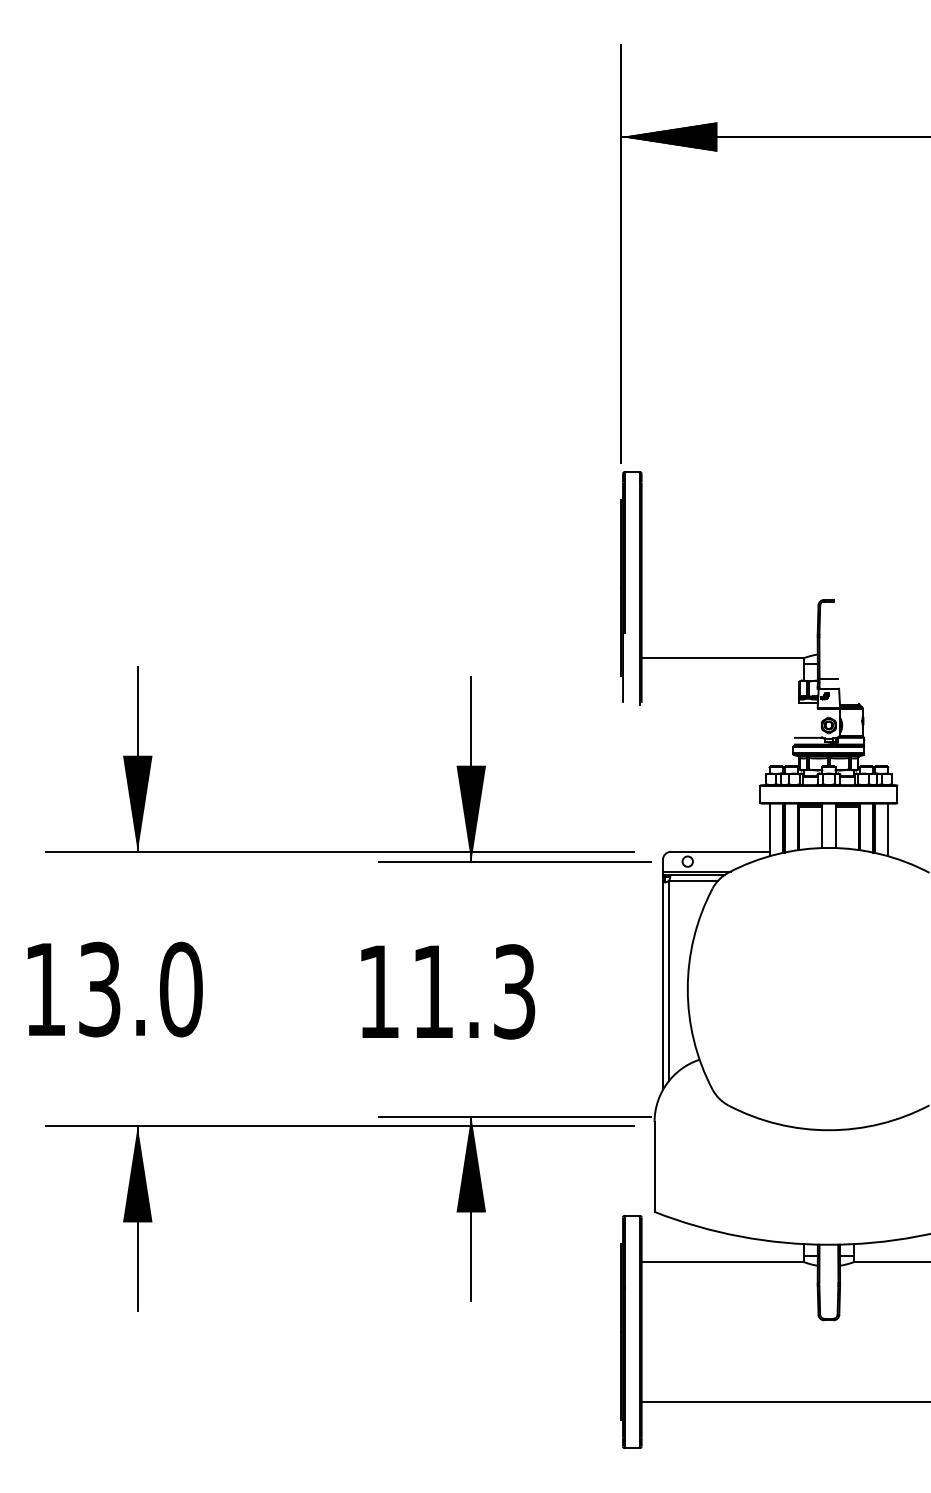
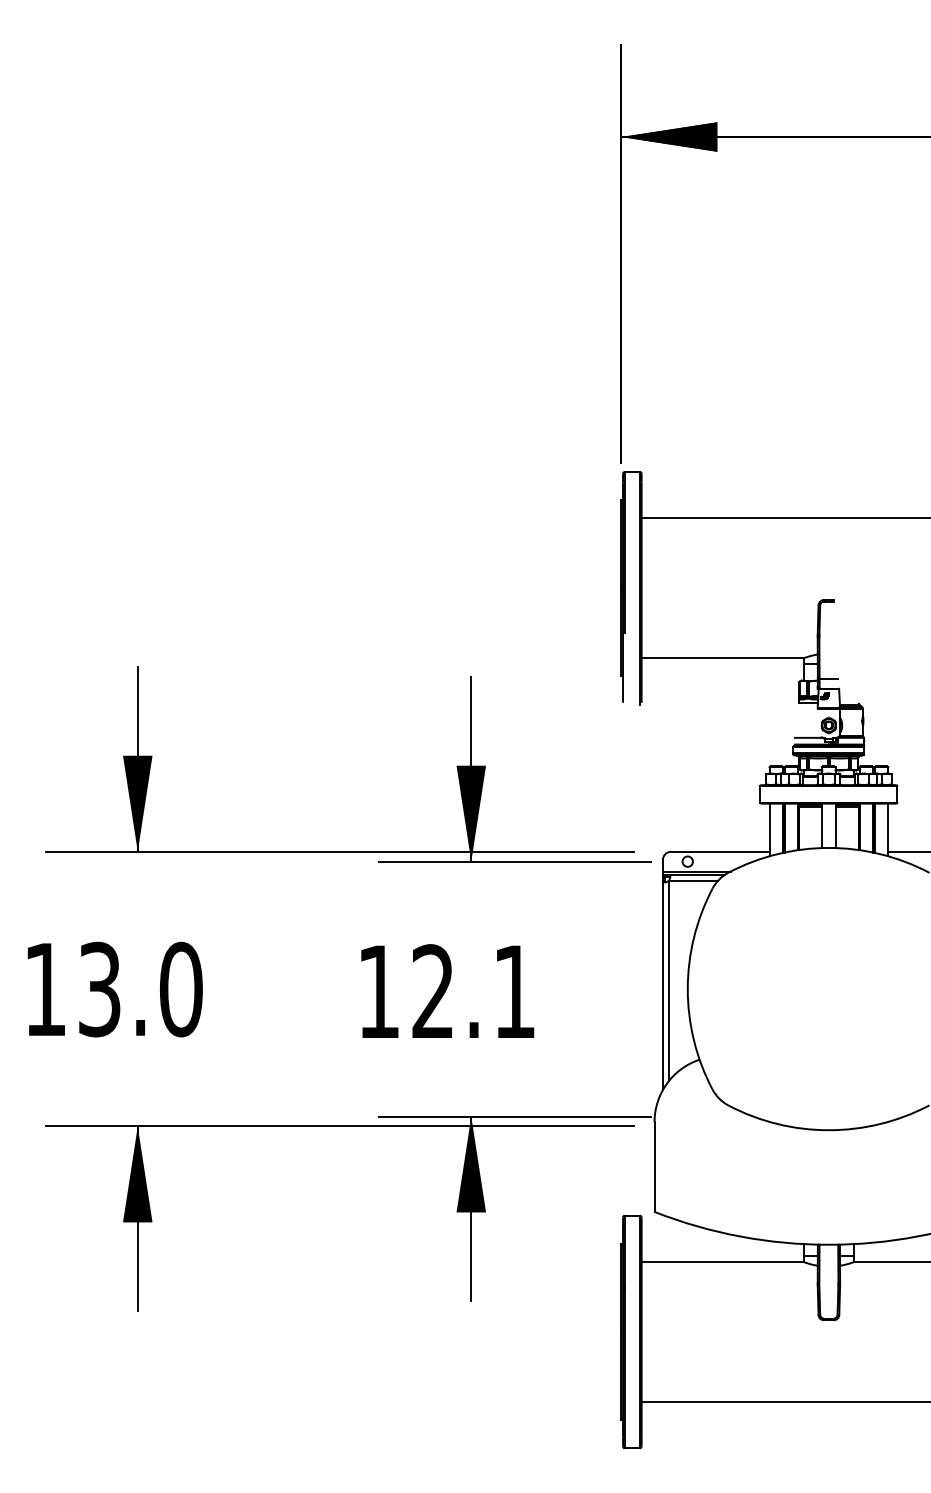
line at (784, 518): none -> present
line at (907, 851): none -> present
text at (473, 991): 11.3 -> 12.1
